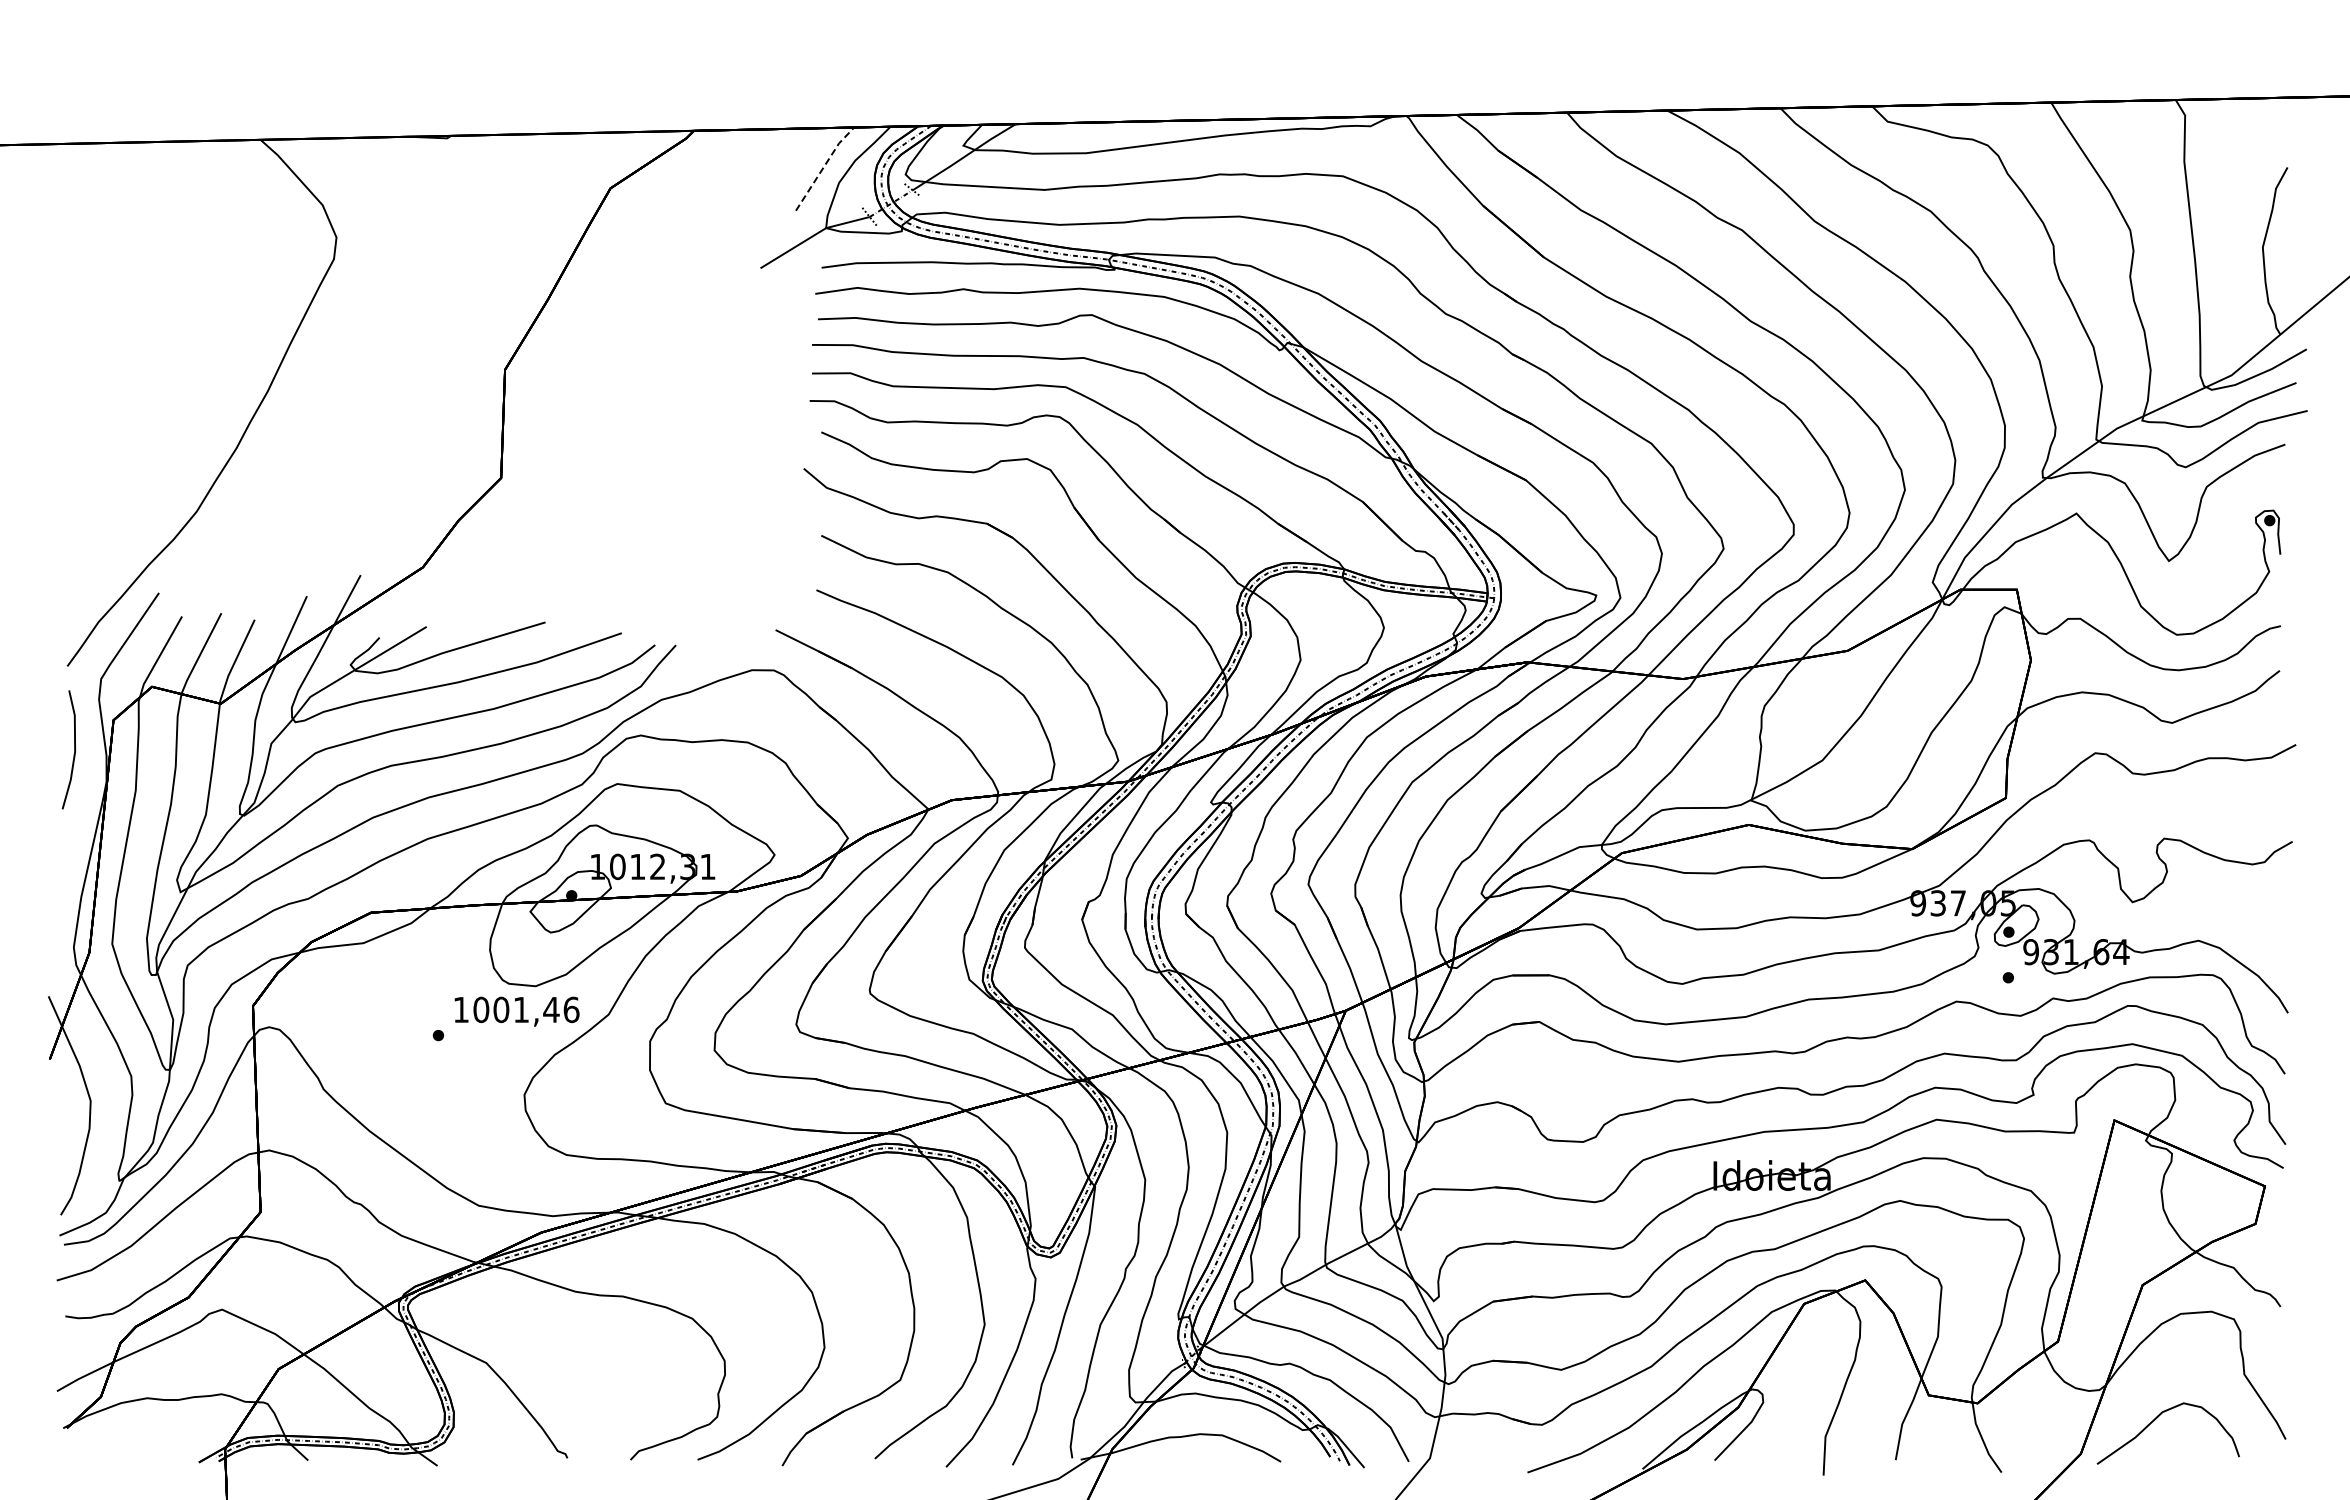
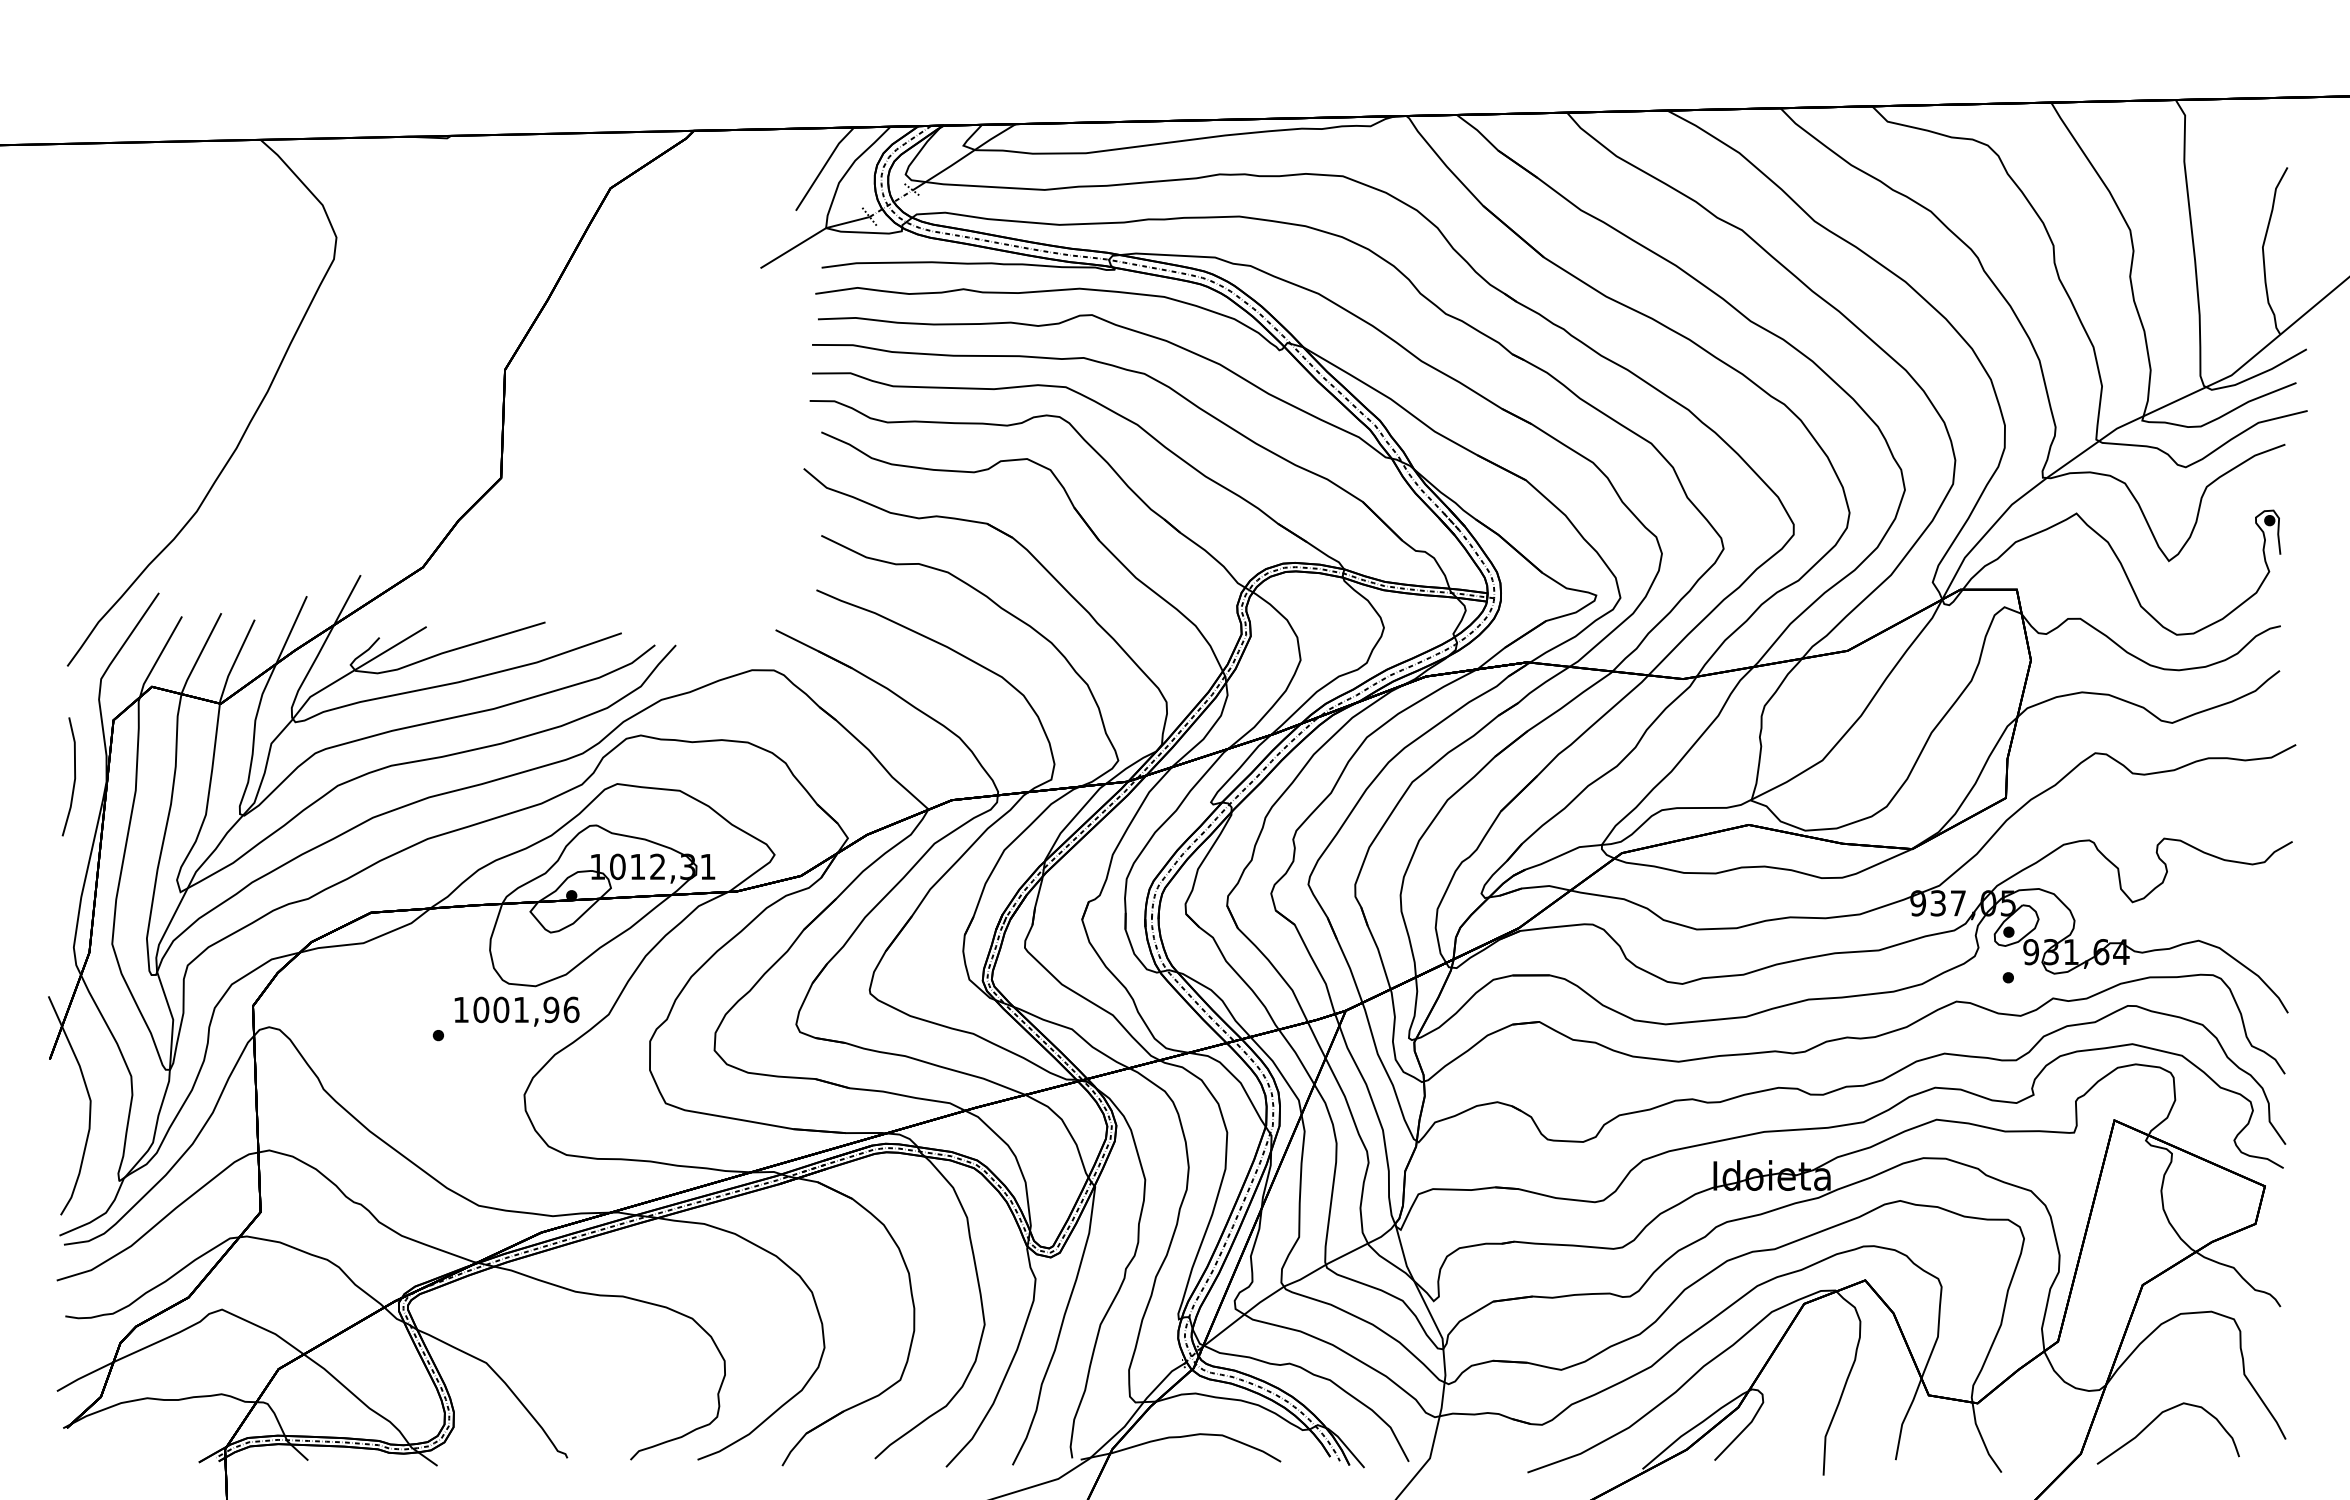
line at (823, 167): dashed -> solid
line at (74, 749) position: (74, 749) -> (74, 776)
text at (551, 1009): 1001,46 -> 1001,96
